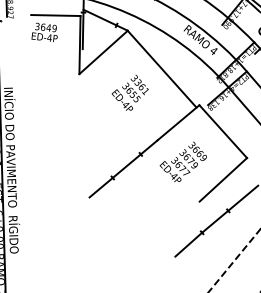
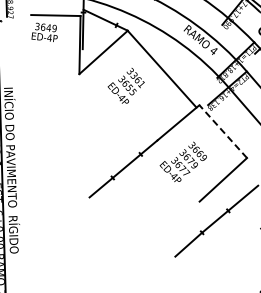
text at (129, 92) position: (129, 92) -> (125, 85)
line at (223, 131): solid -> dashed
line at (233, 260): present -> none
